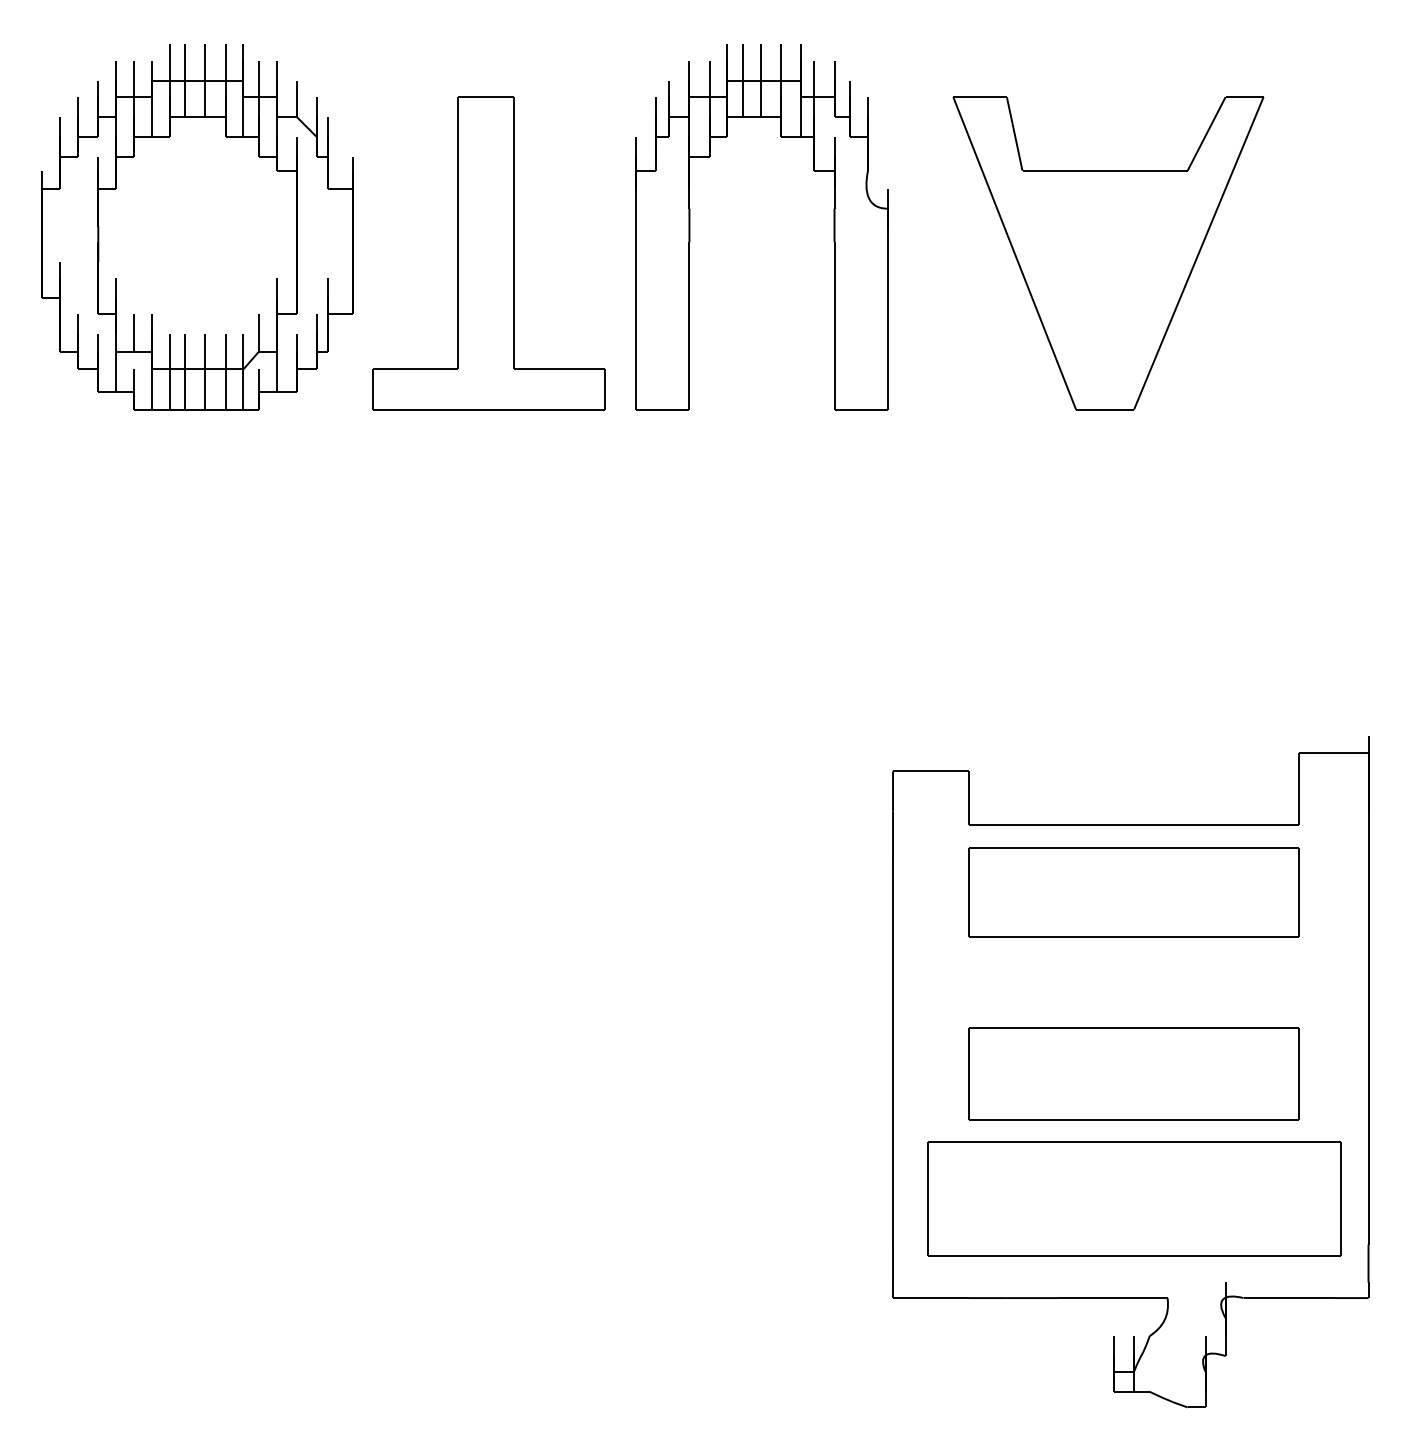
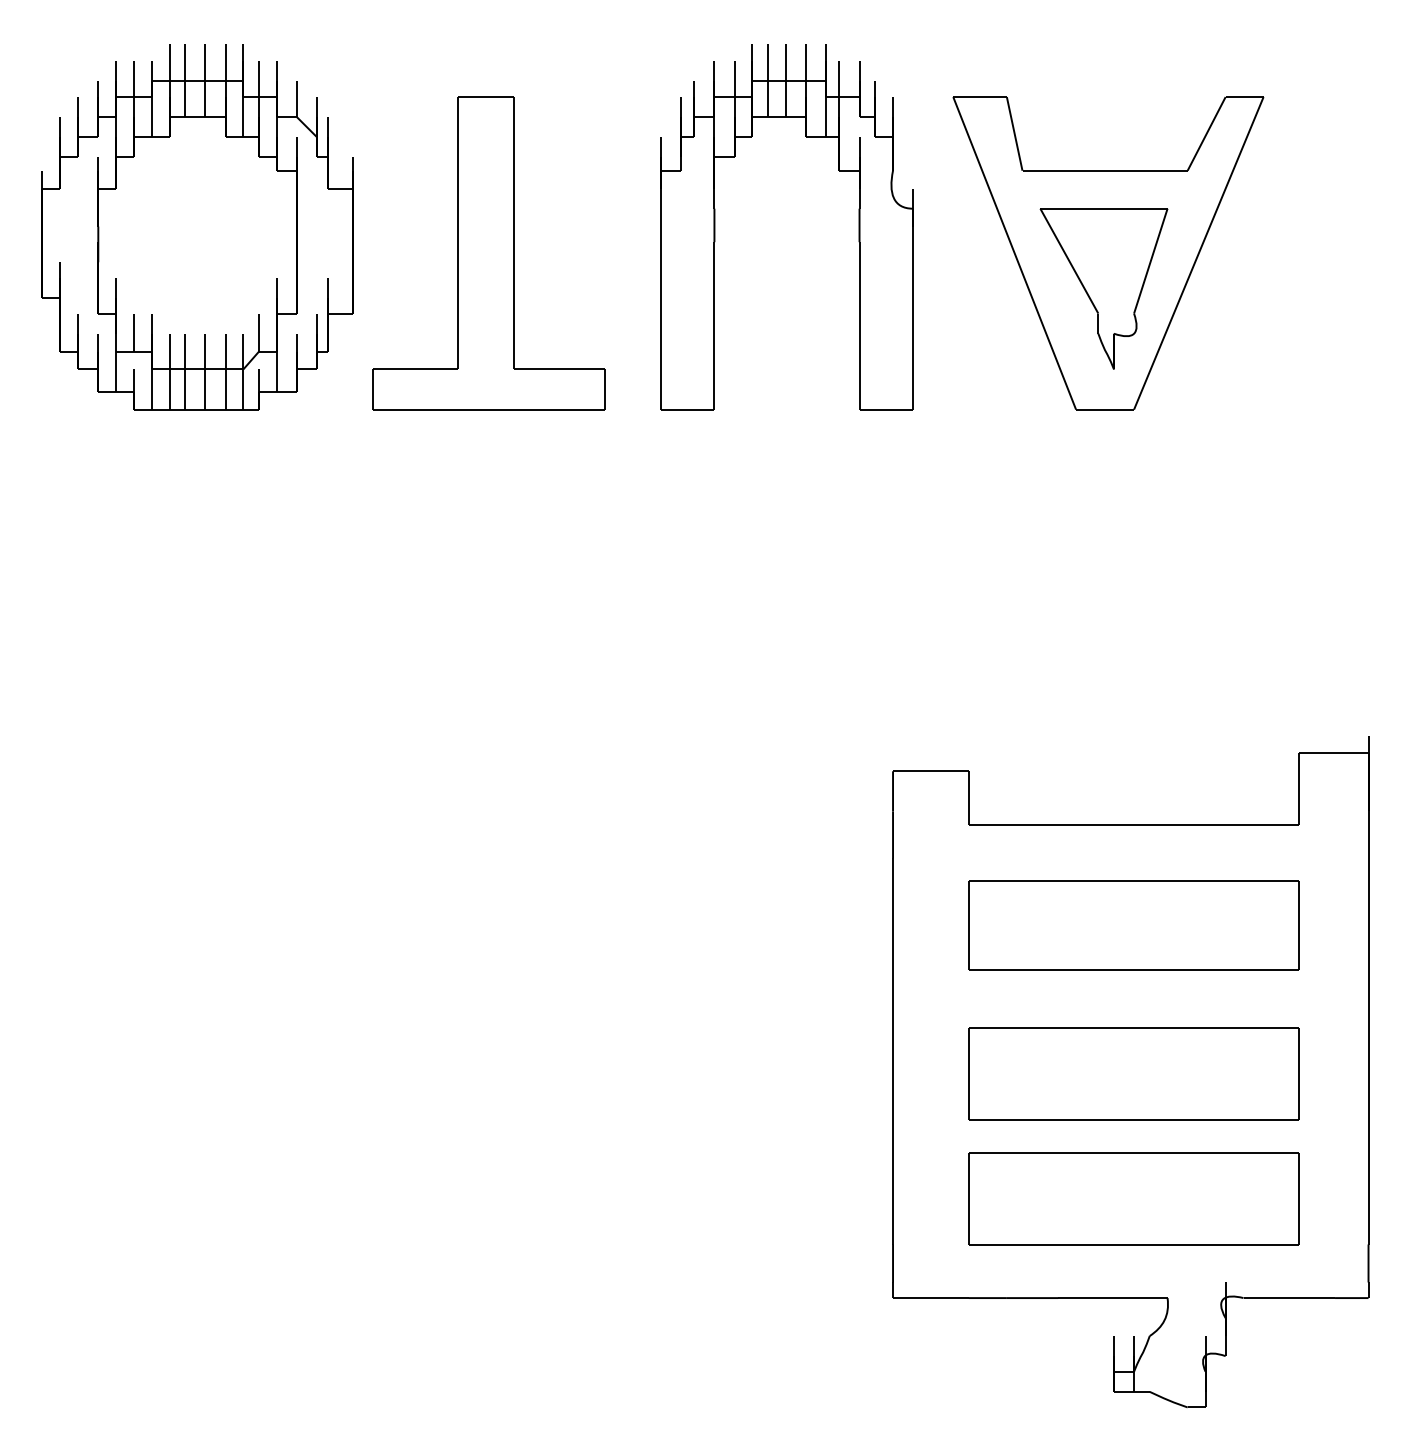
part at (690, 227) position: (690, 227) -> (715, 227)
part at (1103, 288): none -> present
part at (1133, 892) position: (1133, 892) -> (1133, 925)
part at (1134, 1198) size: 415x116 px -> 332x94 px
